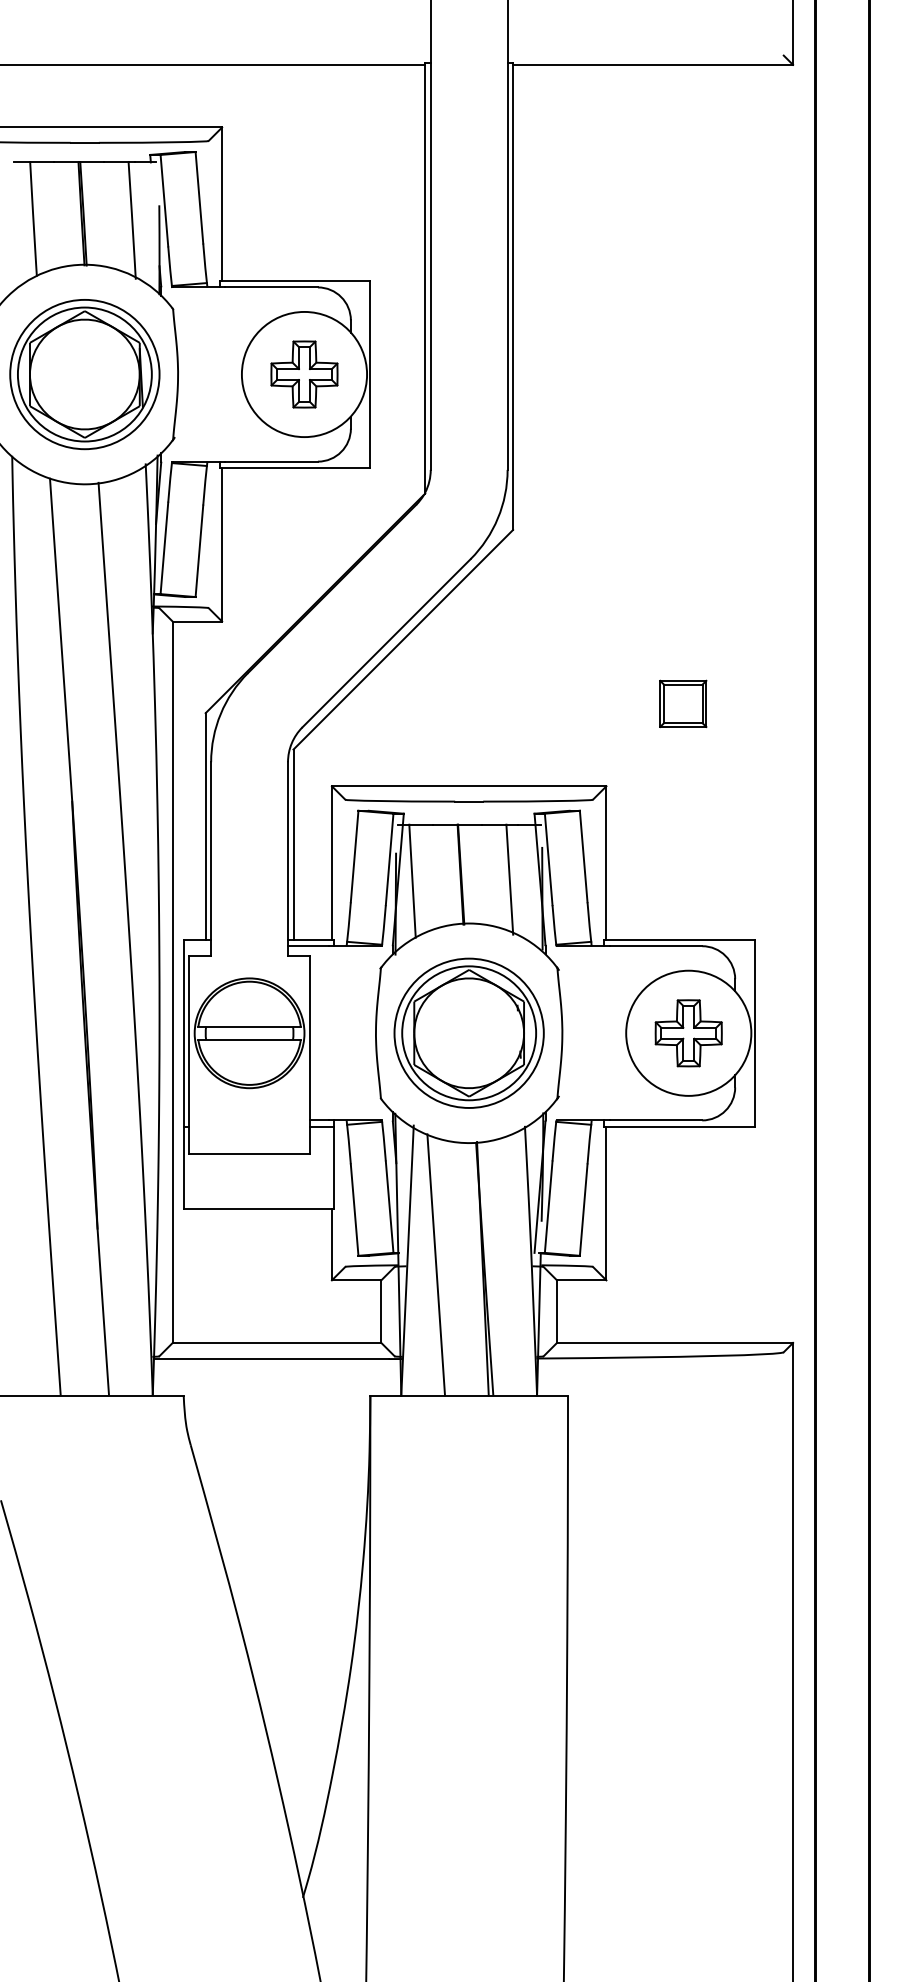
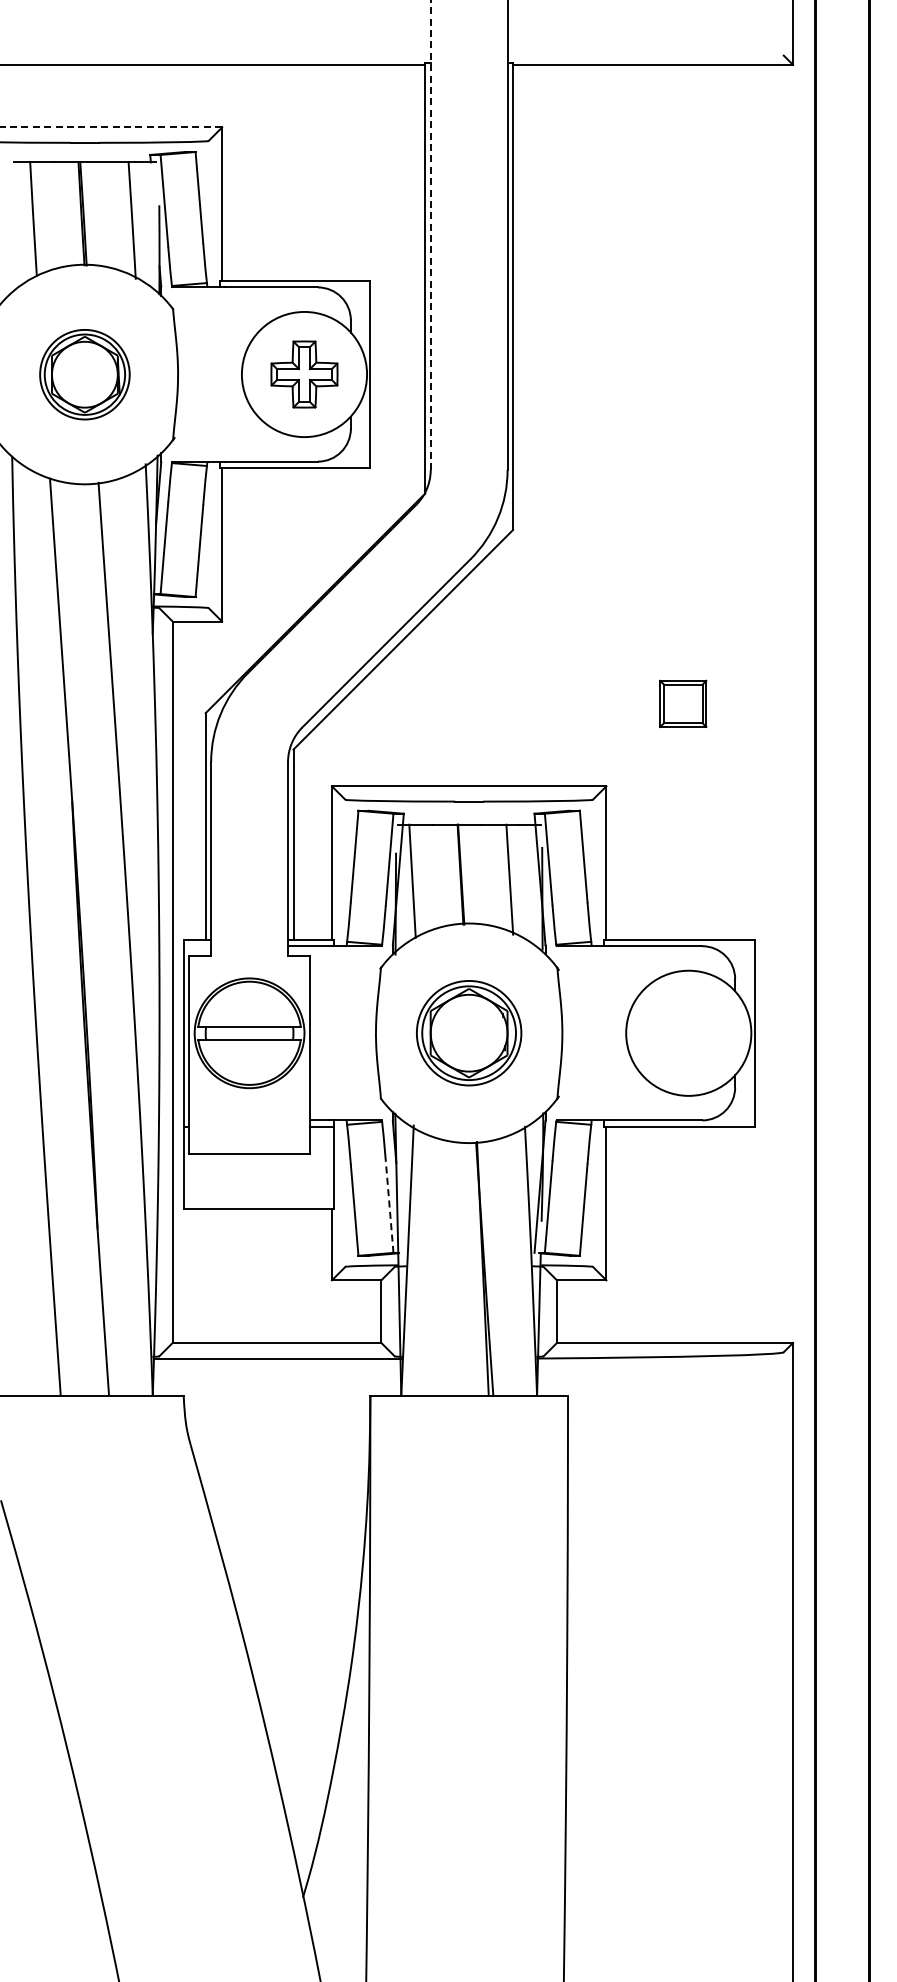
line at (111, 127): solid -> dashed
line at (430, 235): solid -> dashed
part at (84, 374) size: 152x152 px -> 92x92 px
part at (468, 1032) size: 152x152 px -> 107x107 px
part at (688, 1033): present -> none
line at (389, 1207): solid -> dashed
line at (436, 1264): present -> none
